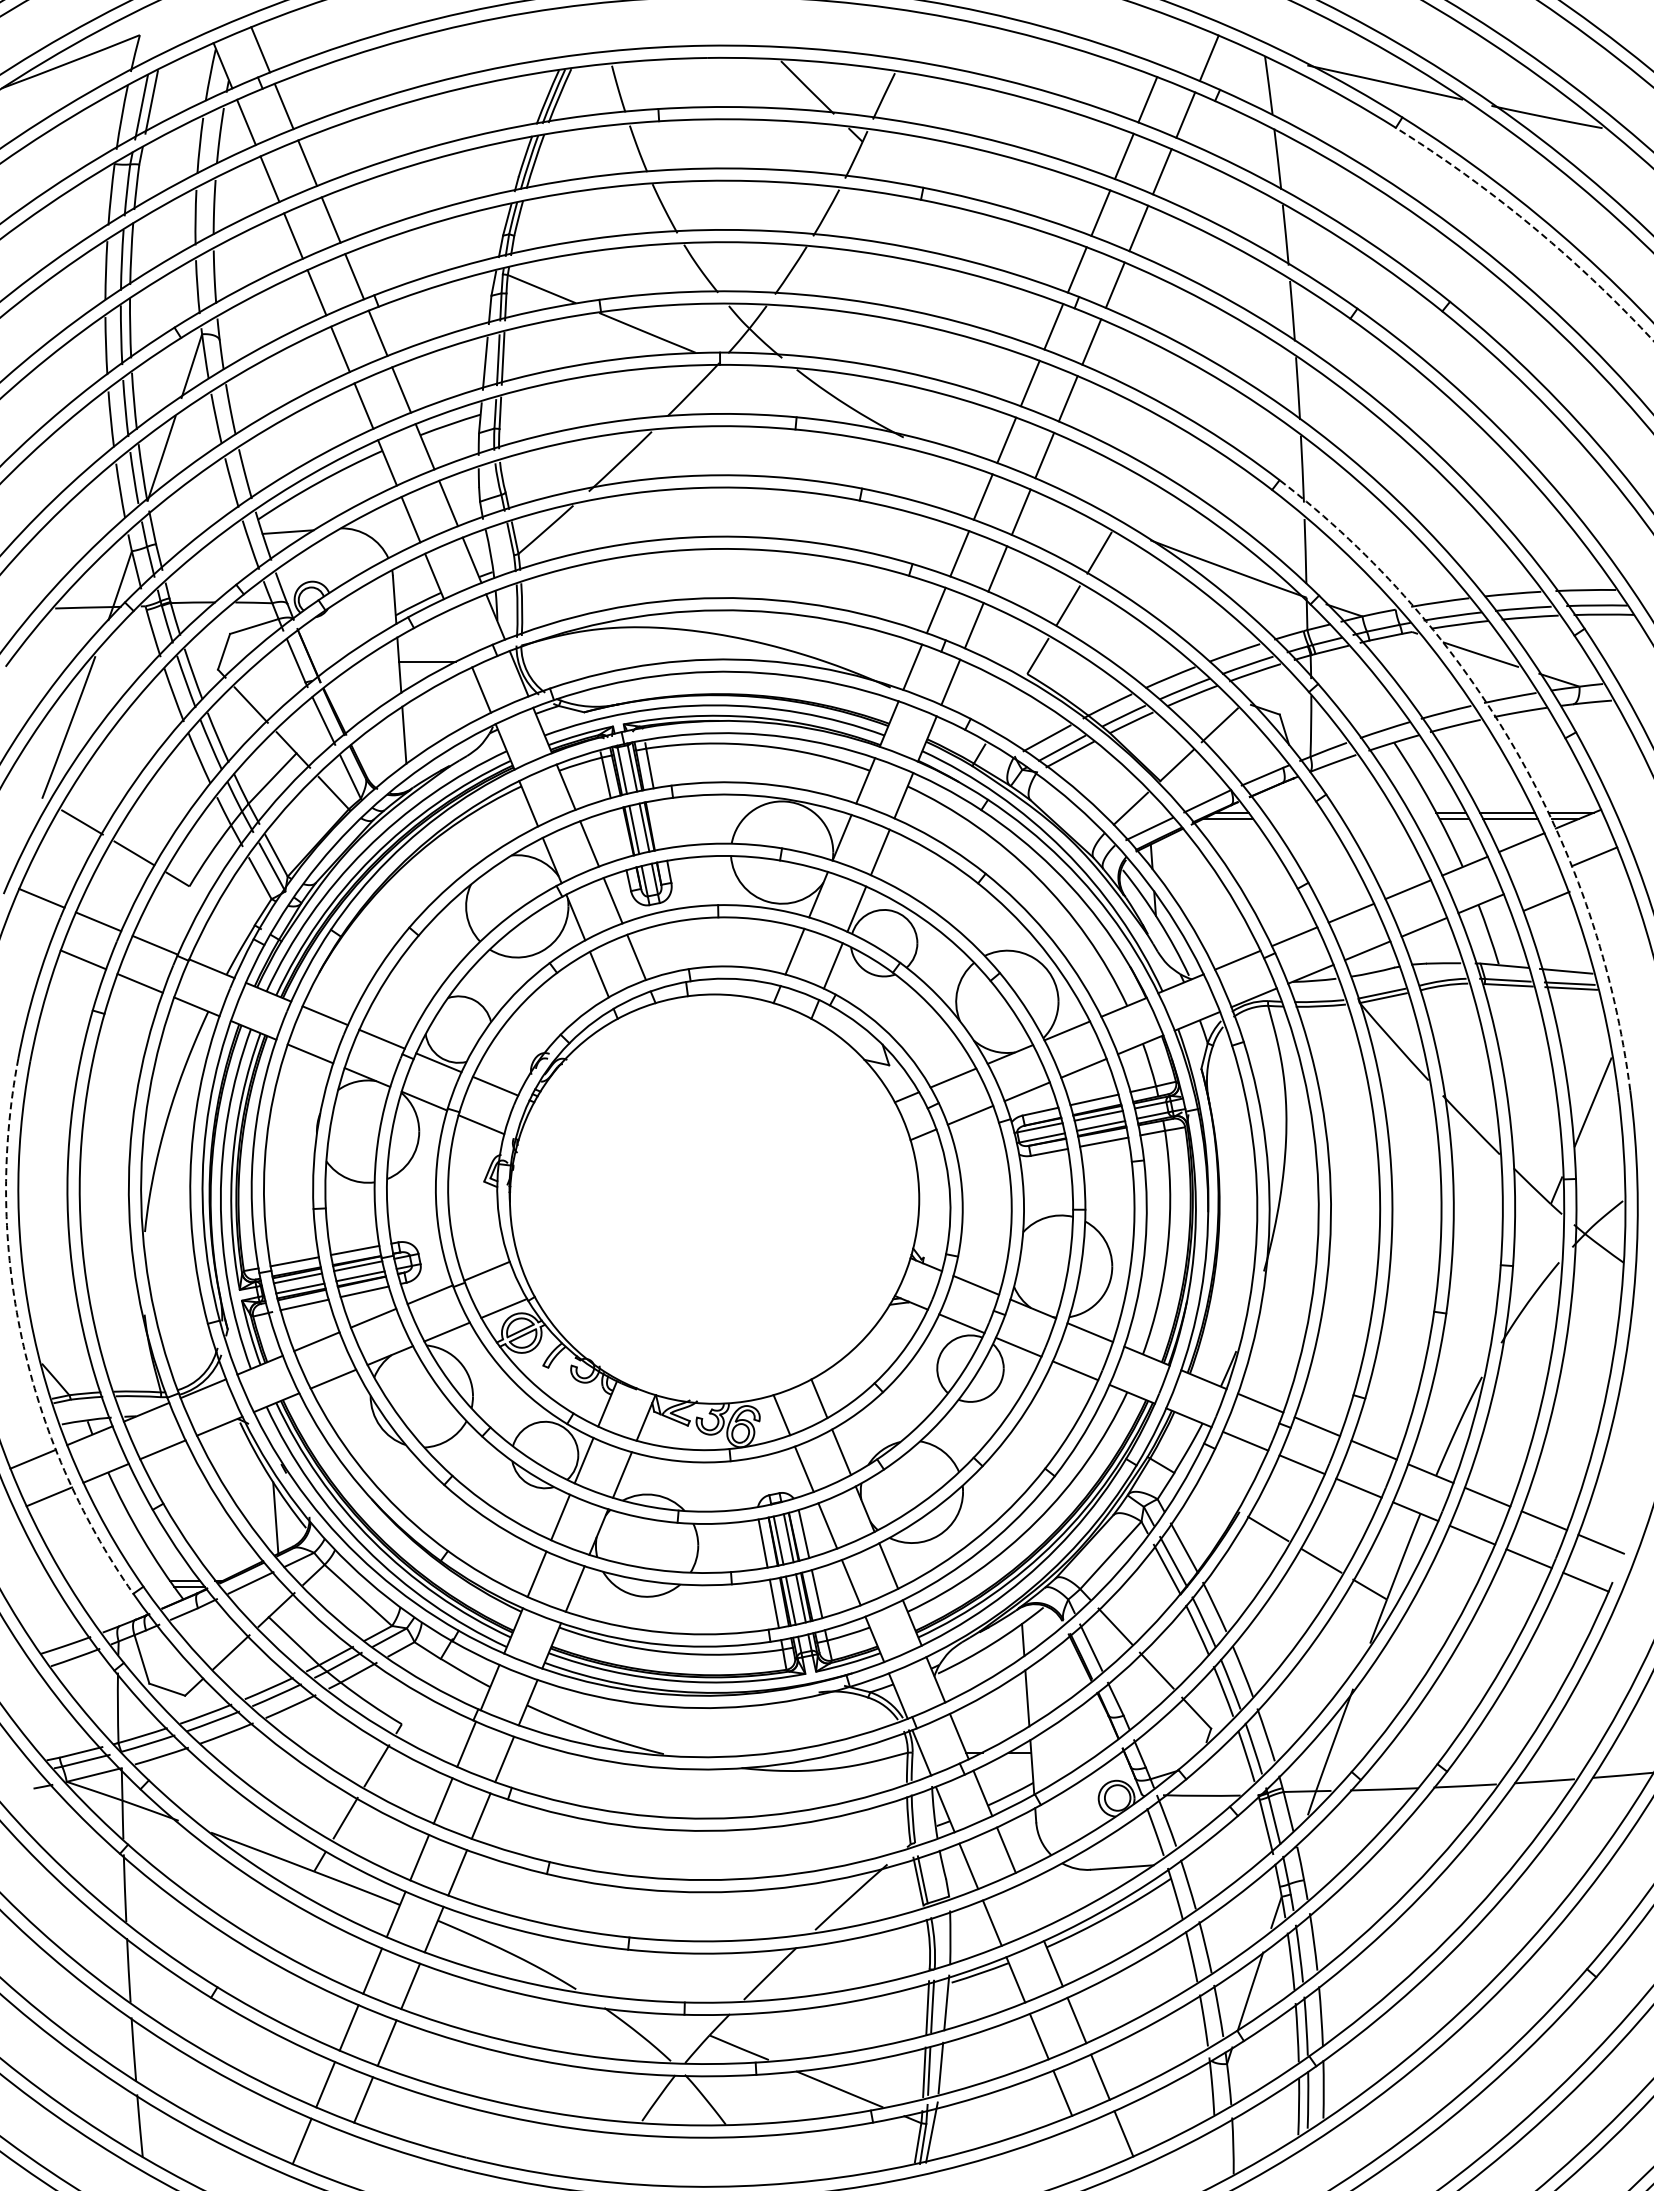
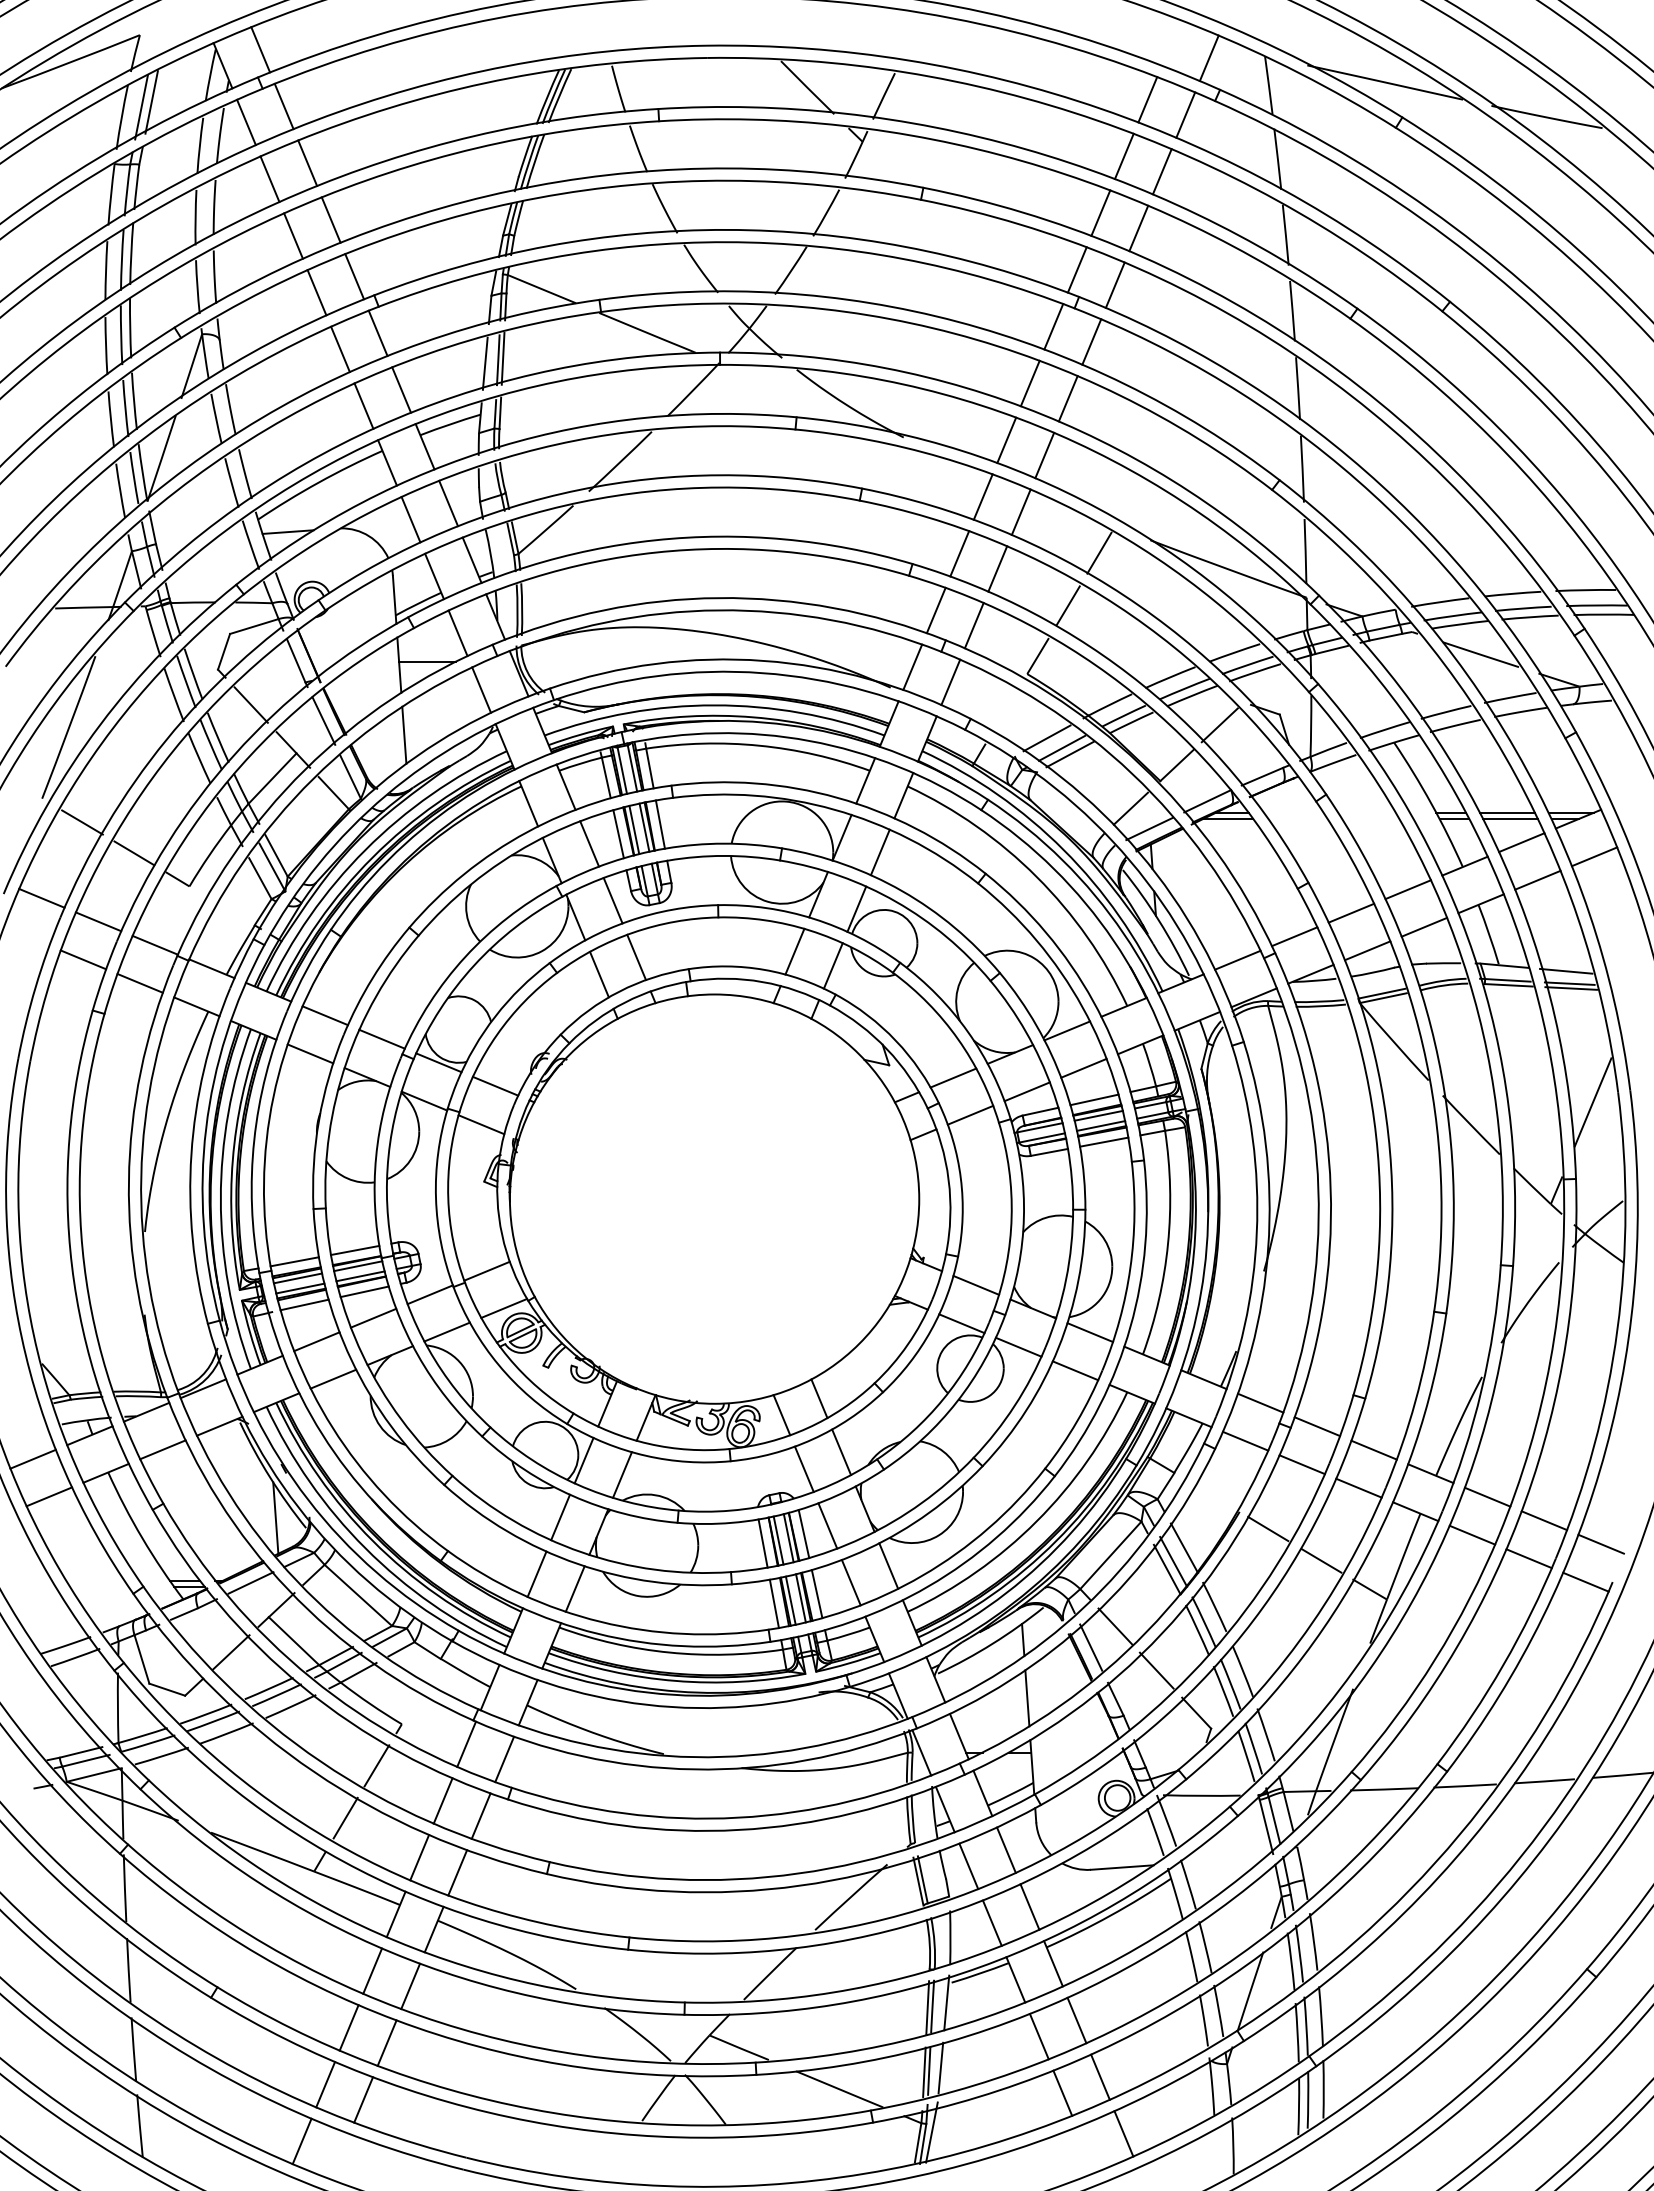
arc at (1531, 226): dashed -> solid
line at (457, 632): none -> present
arc at (1515, 750): dashed -> solid
line at (659, 824): none -> present
line at (618, 834): none -> present
line at (1546, 900) position: (1546, 900) -> (1537, 879)
arc at (21, 1337): dashed -> solid
line at (1029, 1906): none -> present
